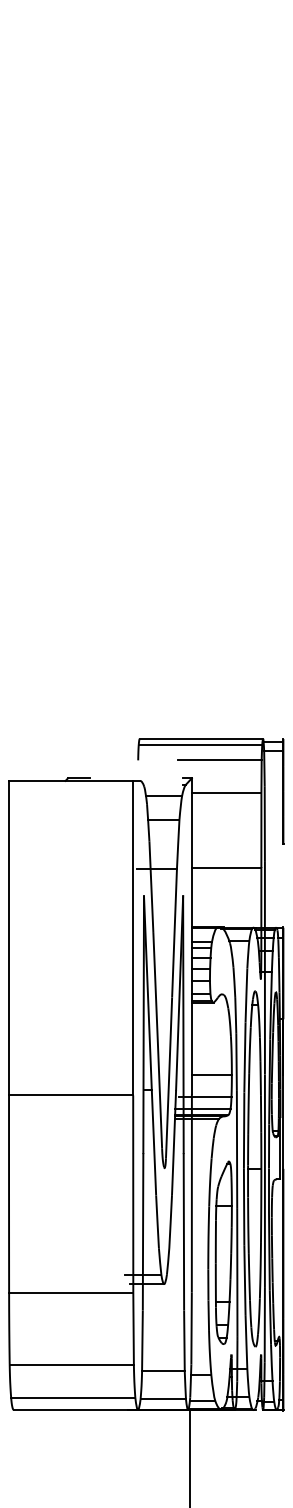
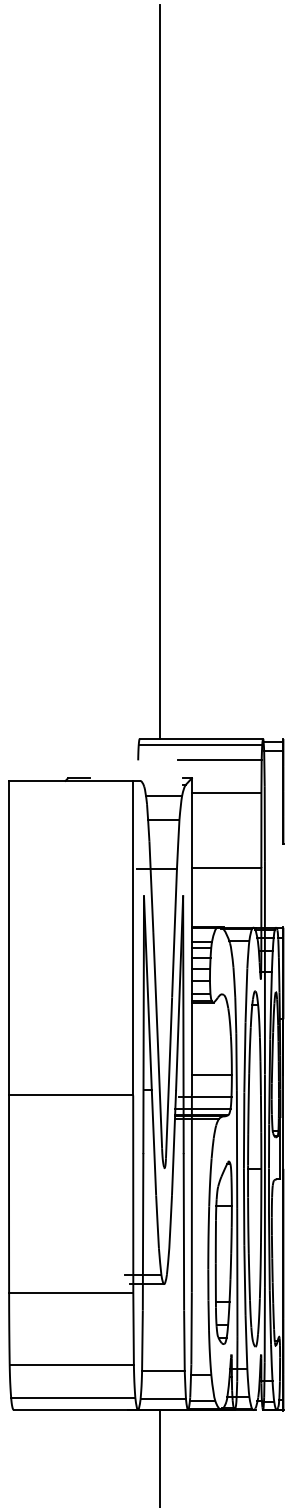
line at (160, 371): none -> present
line at (190, 1457) position: (190, 1457) -> (160, 1457)
